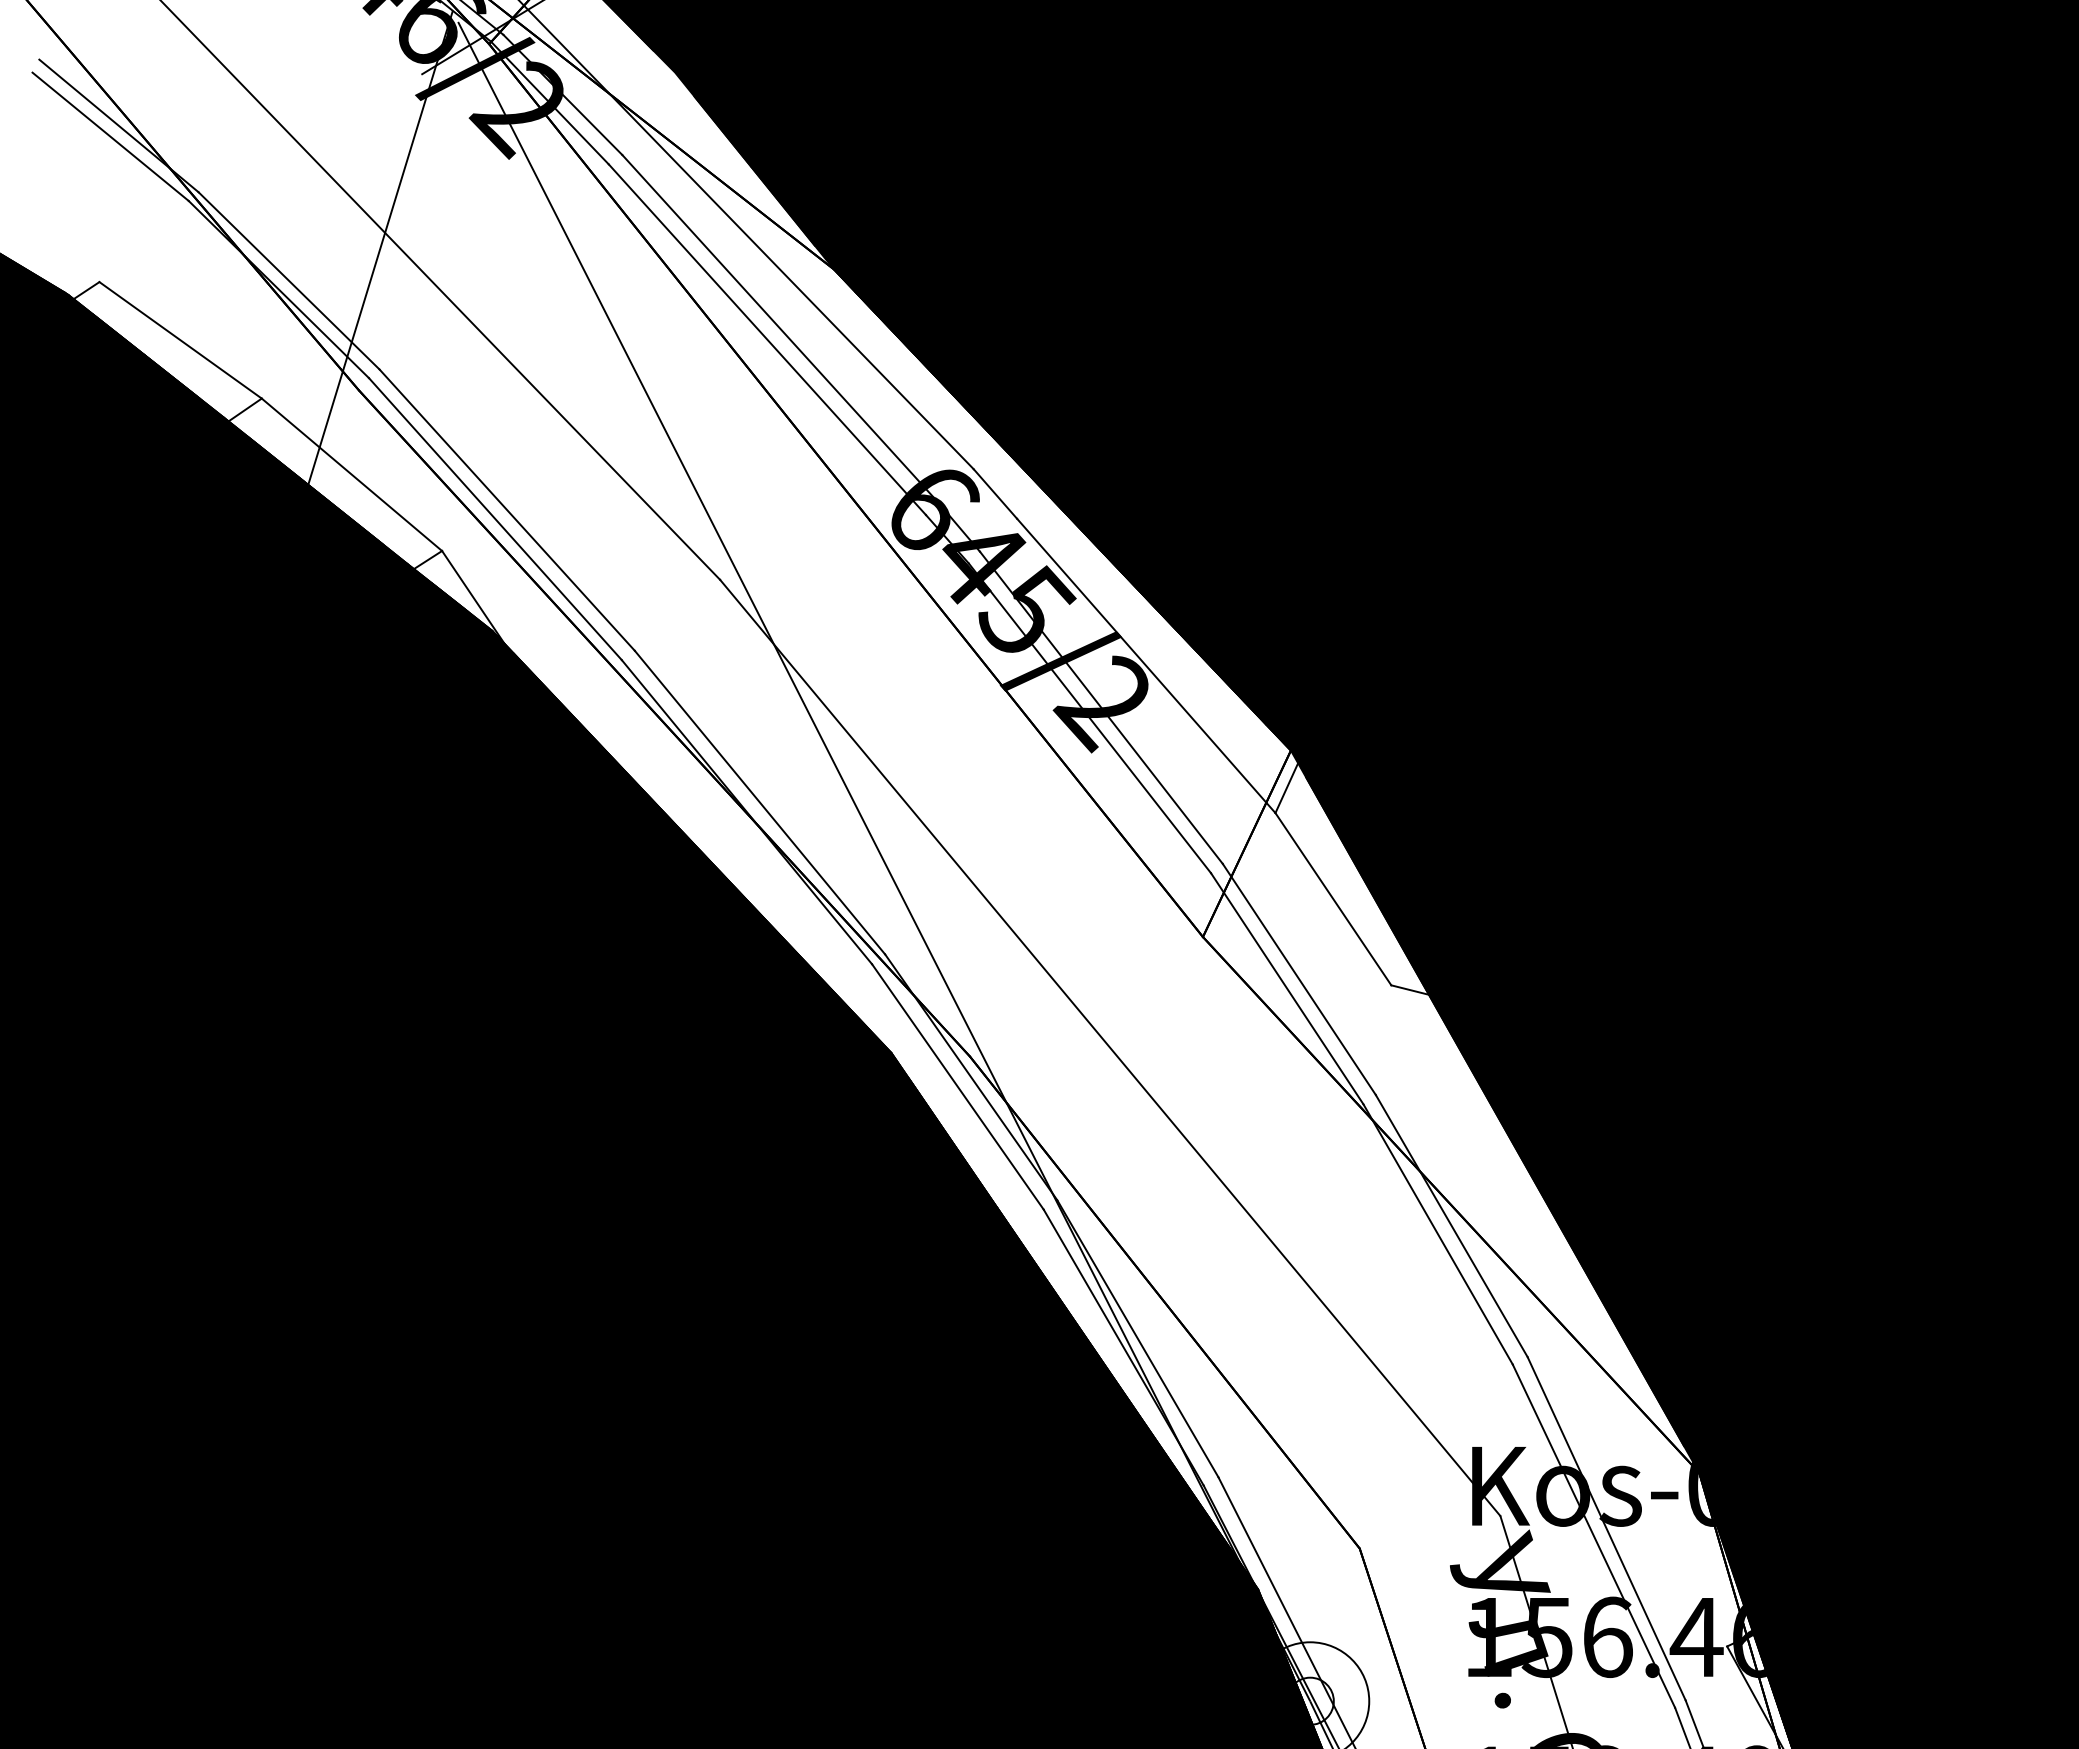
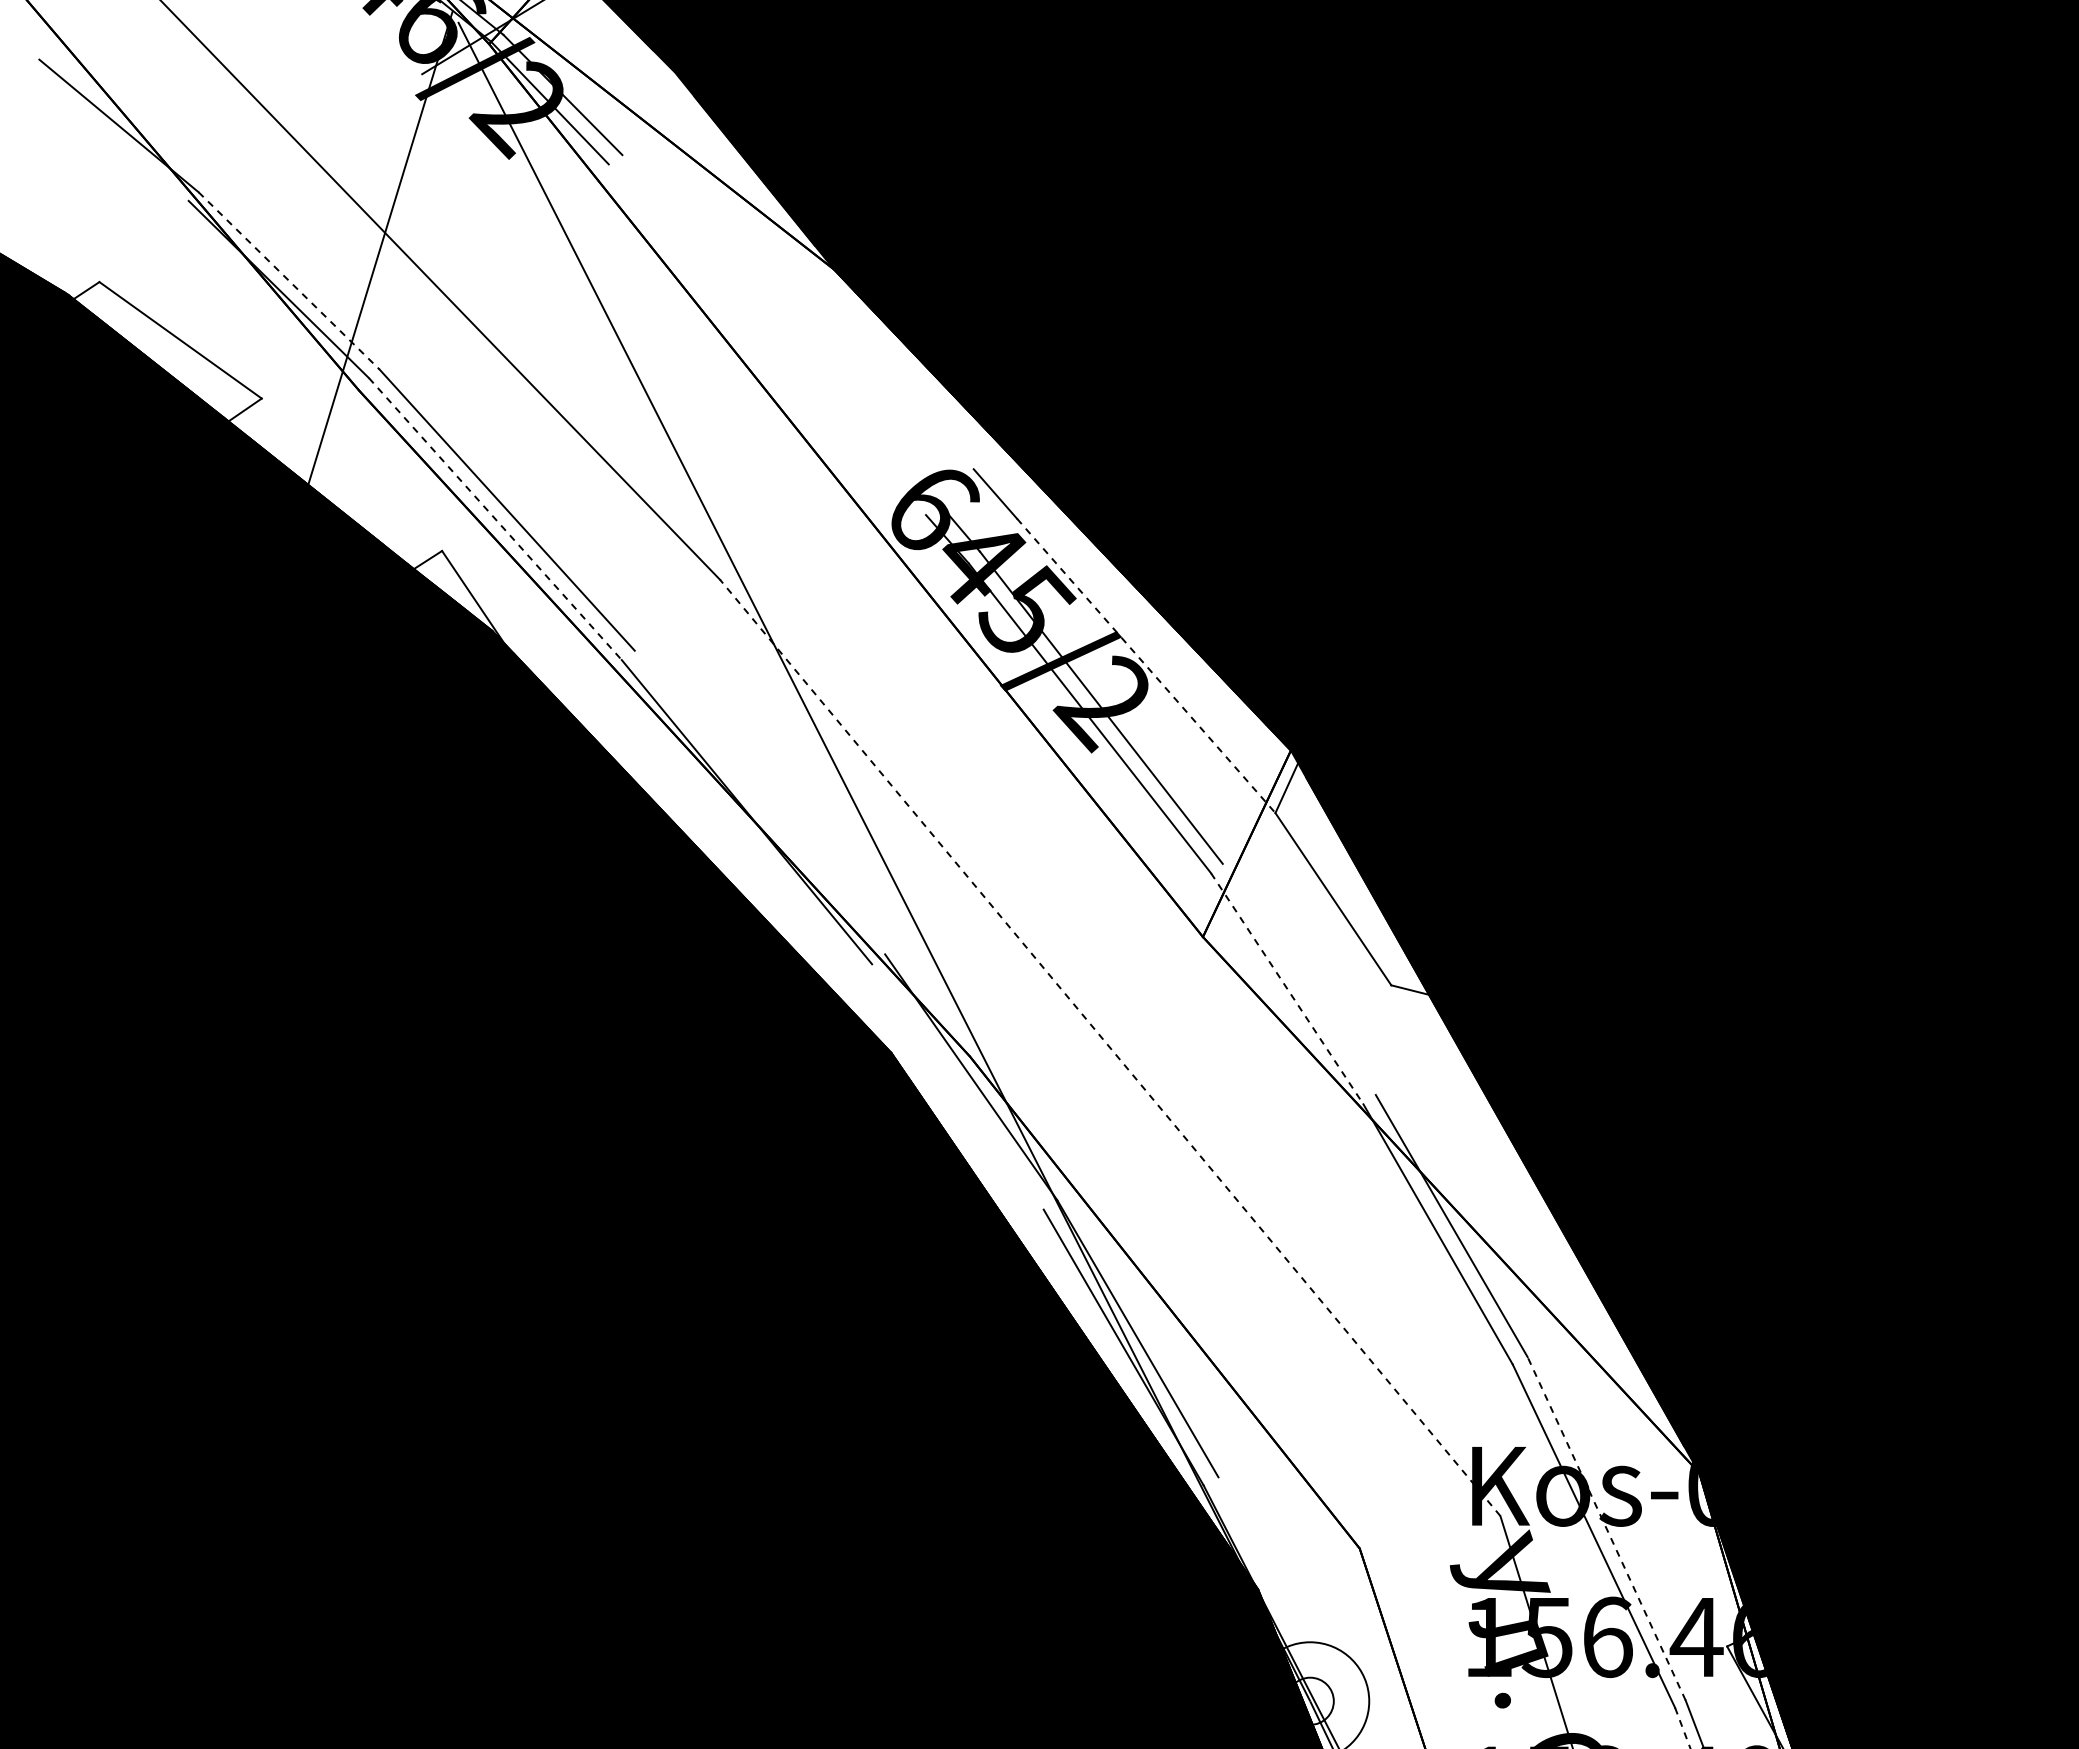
line at (110, 136): present -> none
line at (746, 235): present -> none
line at (289, 280): solid -> dashed
line at (780, 328): present -> none
line at (767, 339): present -> none
line at (351, 474): present -> none
line at (495, 519): solid -> dashed
line at (1146, 665): solid -> dashed
line at (759, 802): present -> none
line at (1298, 979): present -> none
line at (1287, 989): solid -> dashed
line at (1109, 1047): solid -> dashed
line at (957, 1086): present -> none
line at (1606, 1528): solid -> dashed
line at (1286, 1611): present -> none
line at (1682, 1728): solid -> dashed
